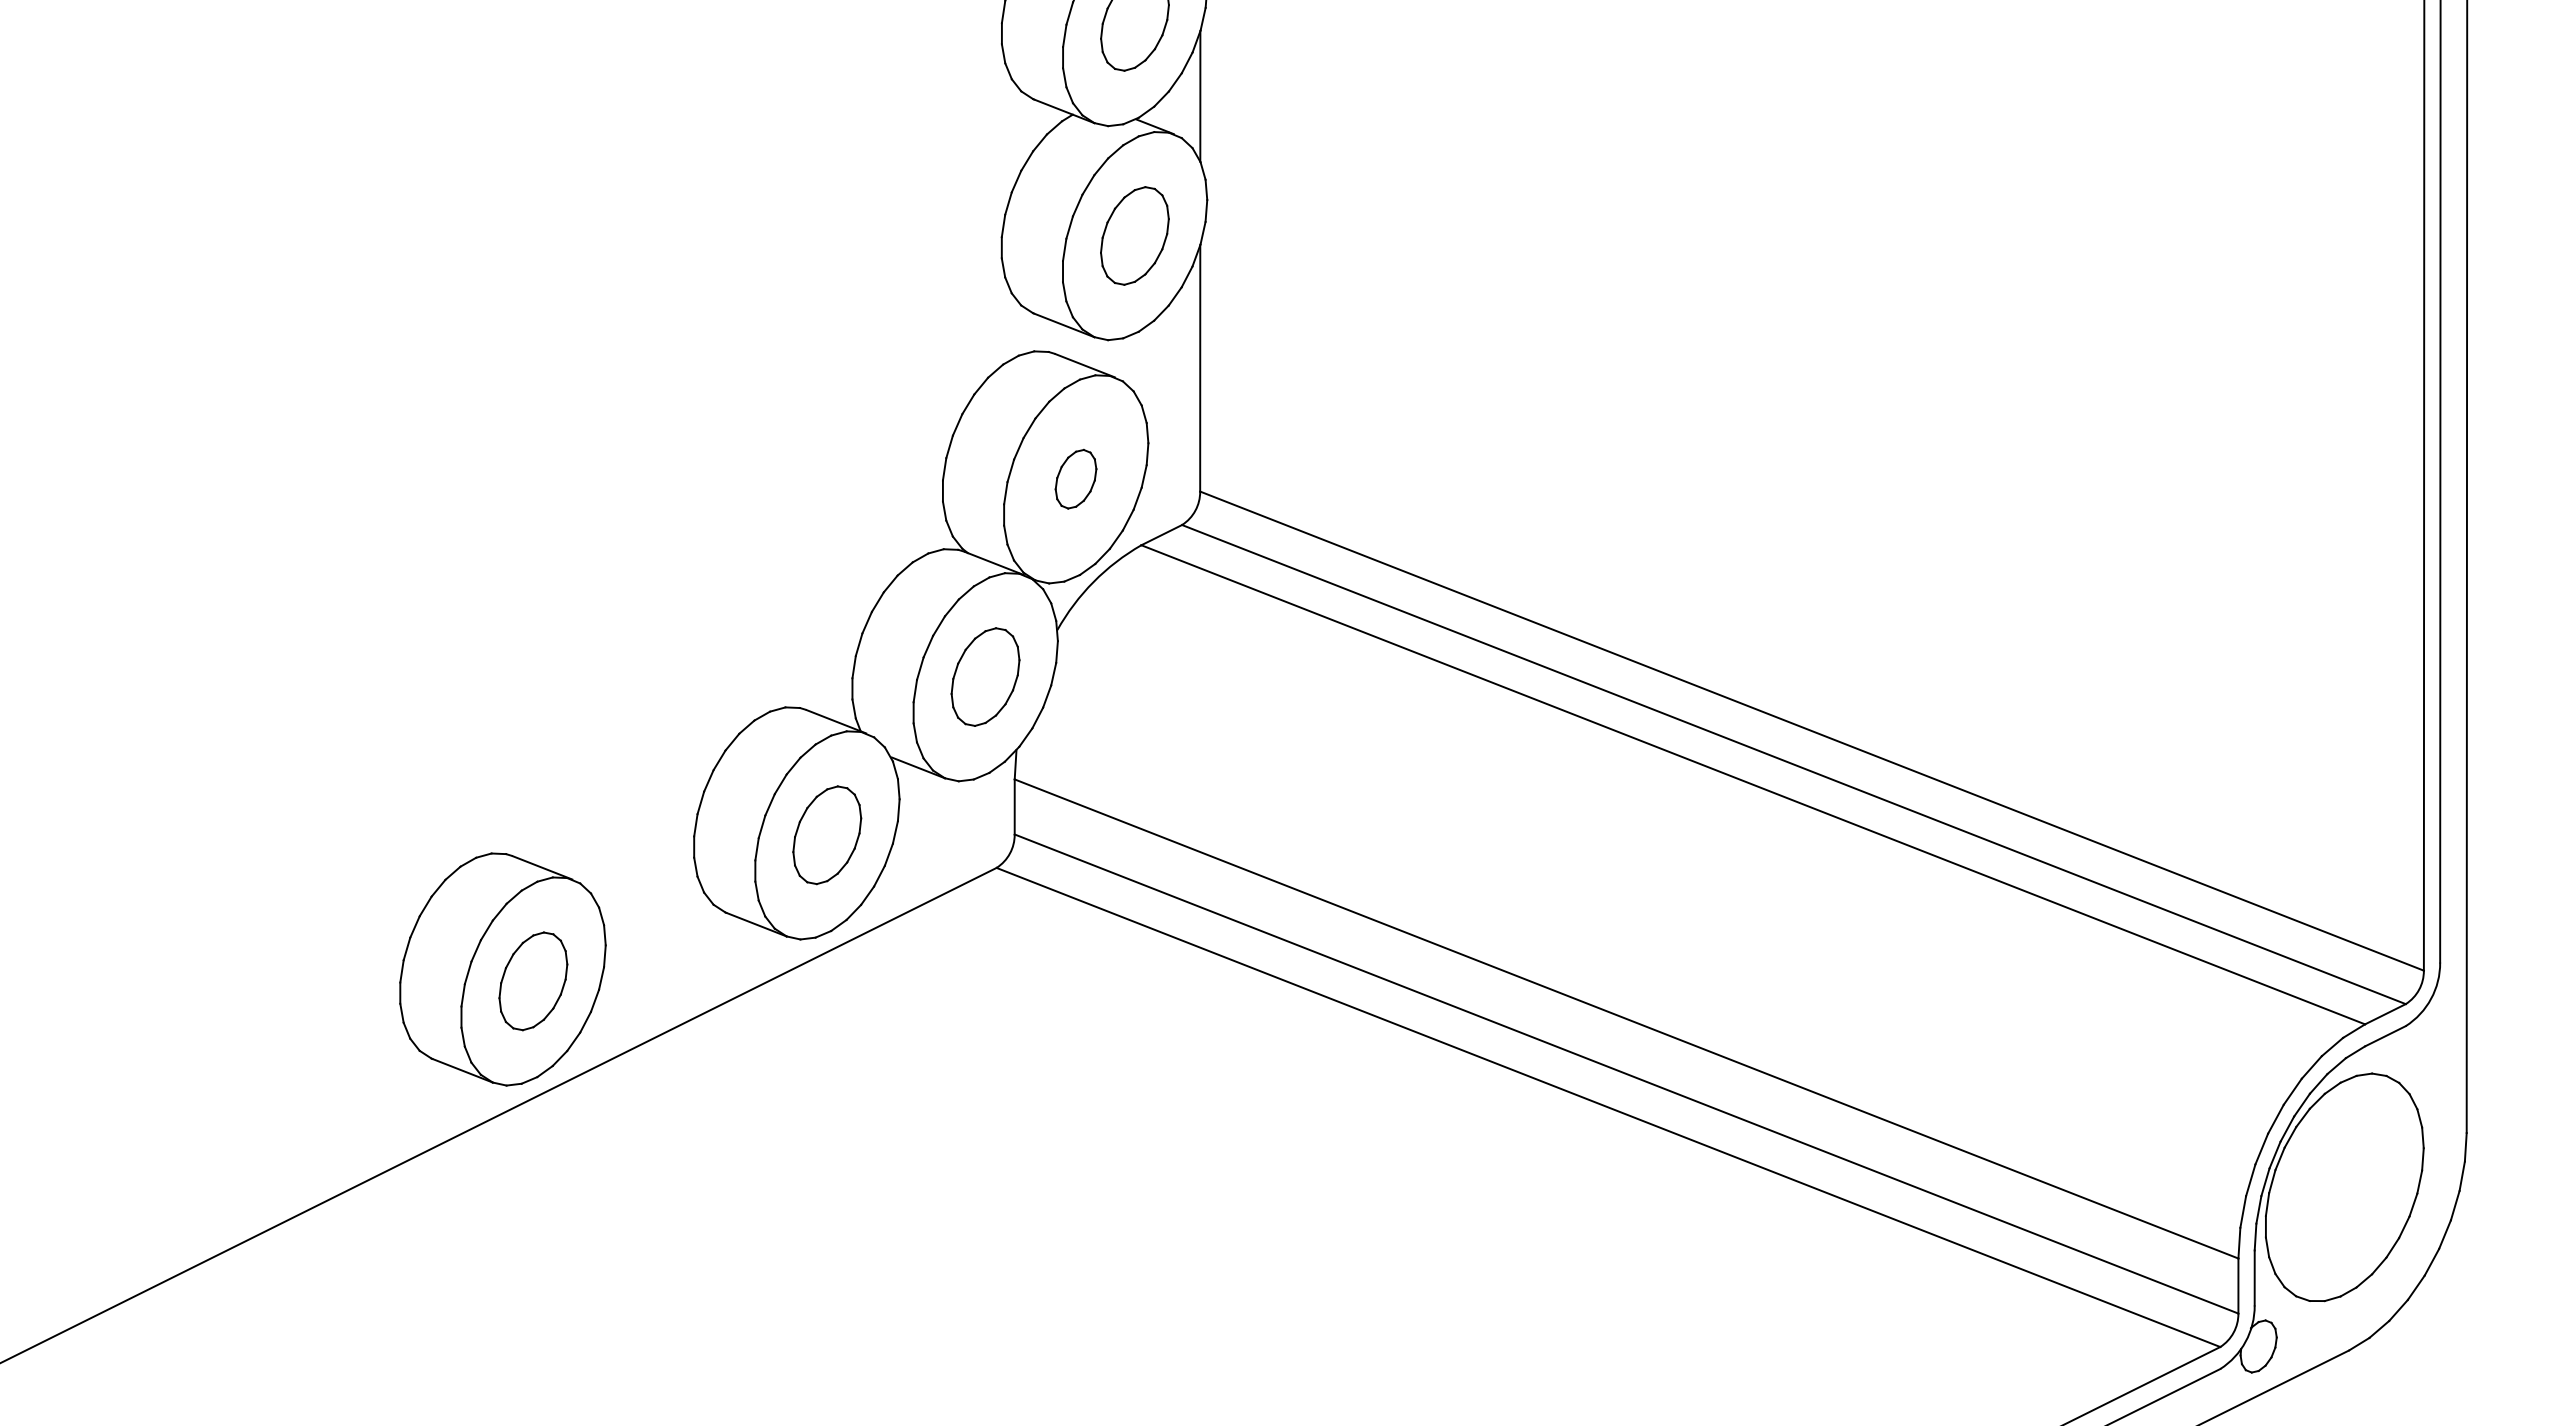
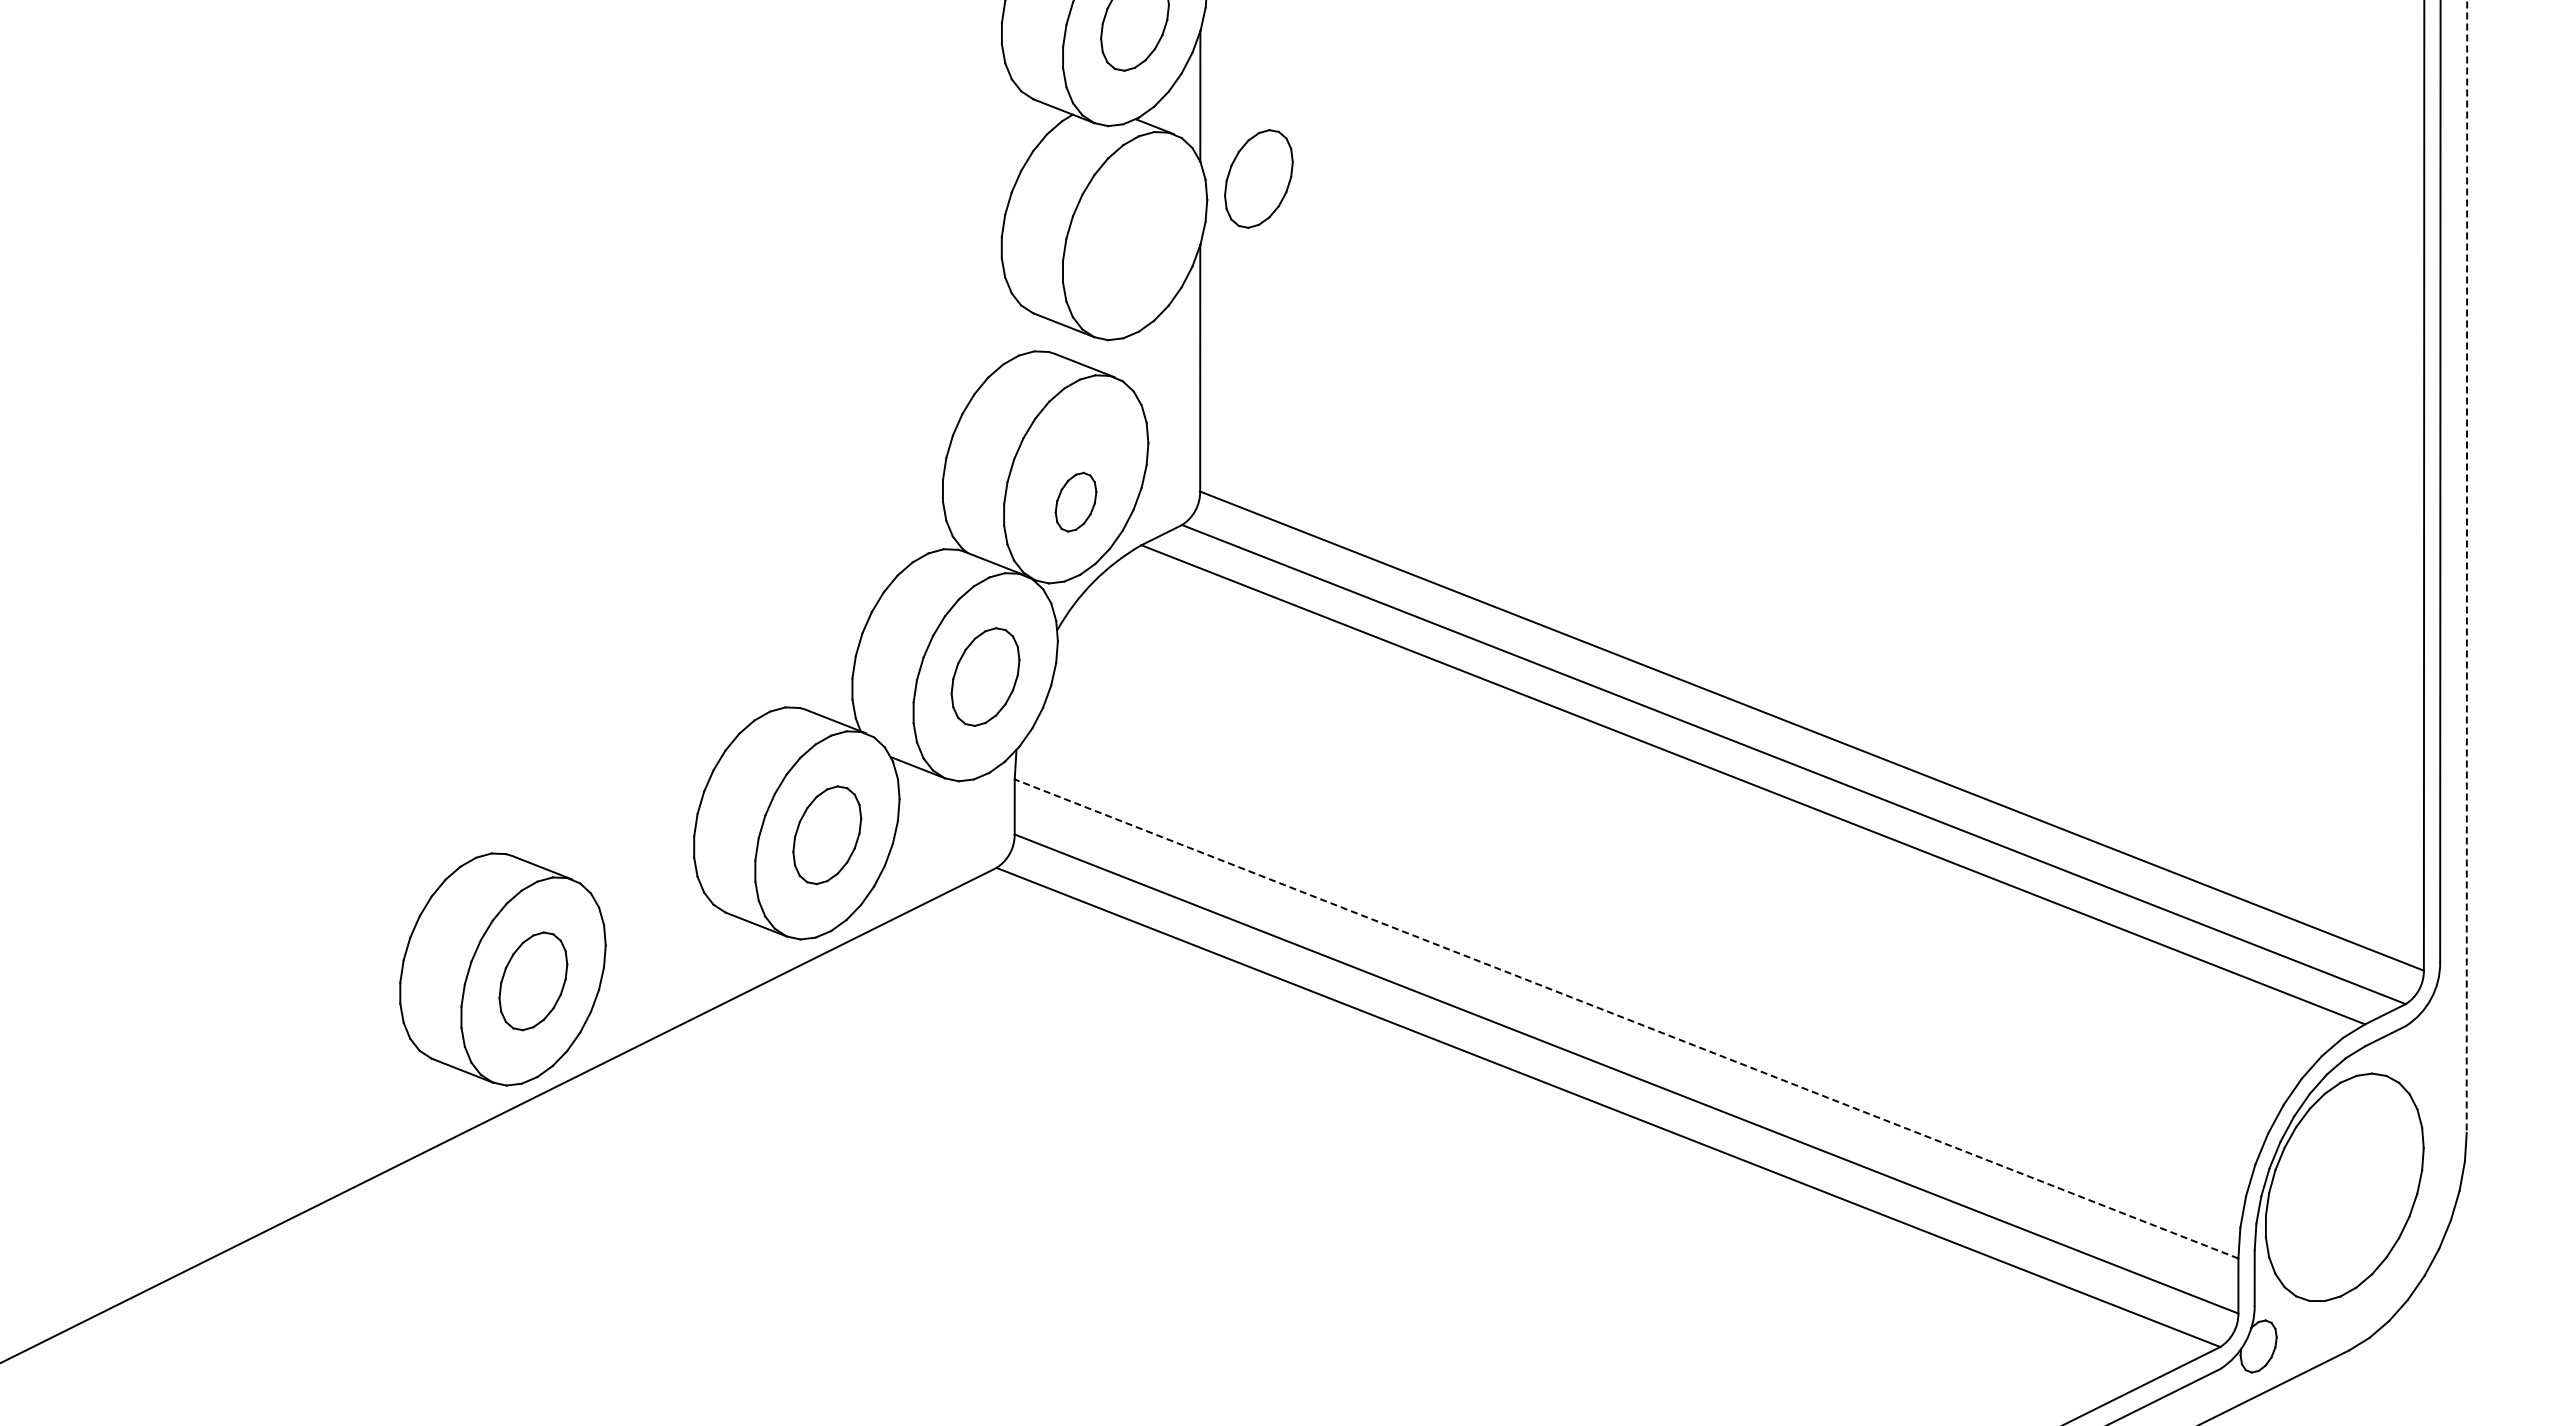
part at (1134, 235) position: (1134, 235) -> (1258, 178)
part at (1075, 478) position: (1075, 478) -> (1075, 501)
line at (2466, 567): solid -> dashed
line at (1626, 1018): solid -> dashed
